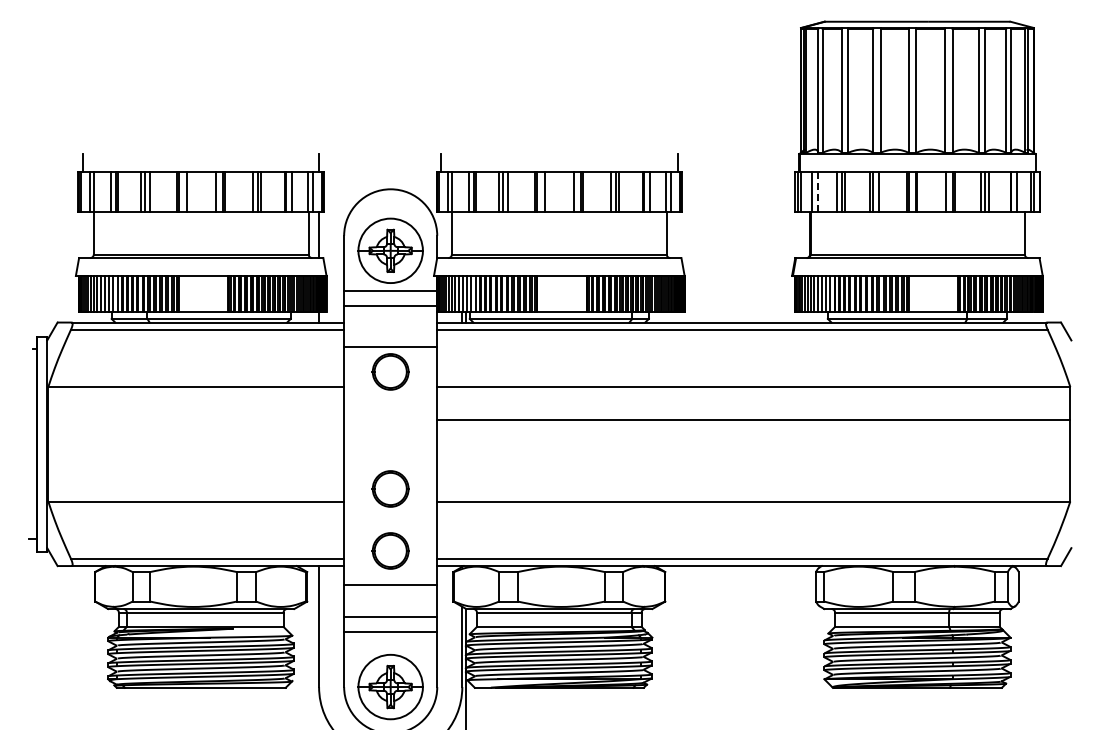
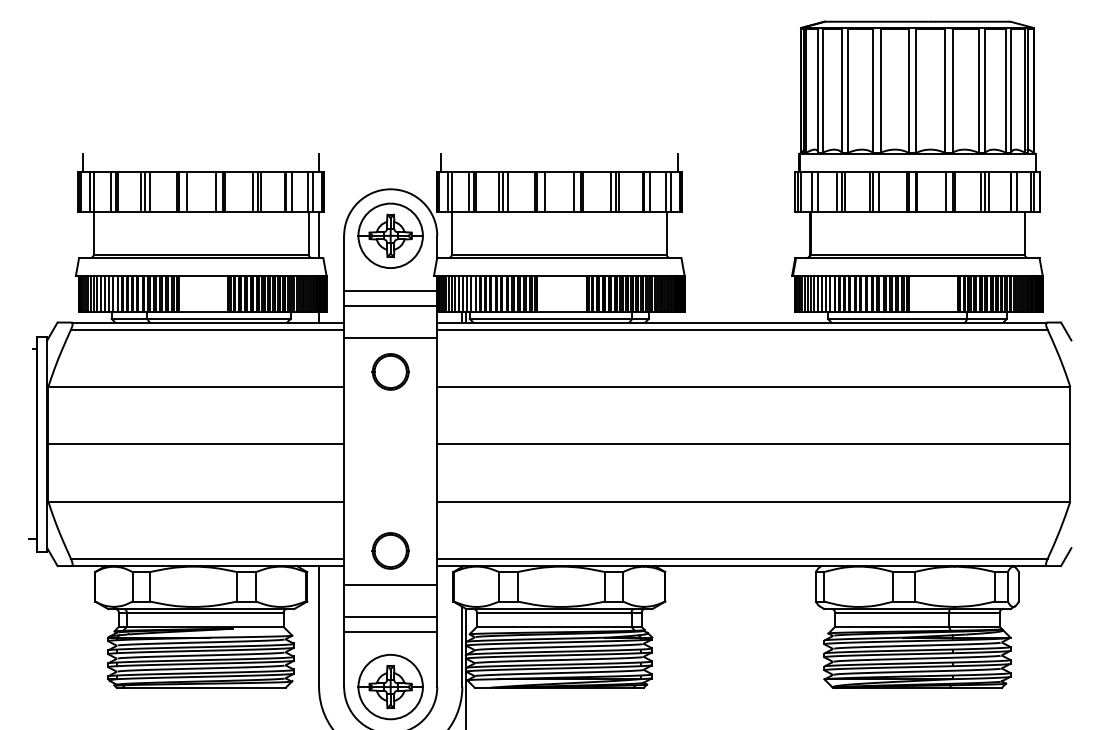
line at (817, 191): dashed -> solid
part at (390, 250) position: (390, 250) -> (390, 235)
line at (390, 346) position: (390, 346) -> (390, 337)
line at (753, 420) position: (753, 420) -> (753, 444)
line at (196, 444): none -> present
part at (390, 488): present -> none
